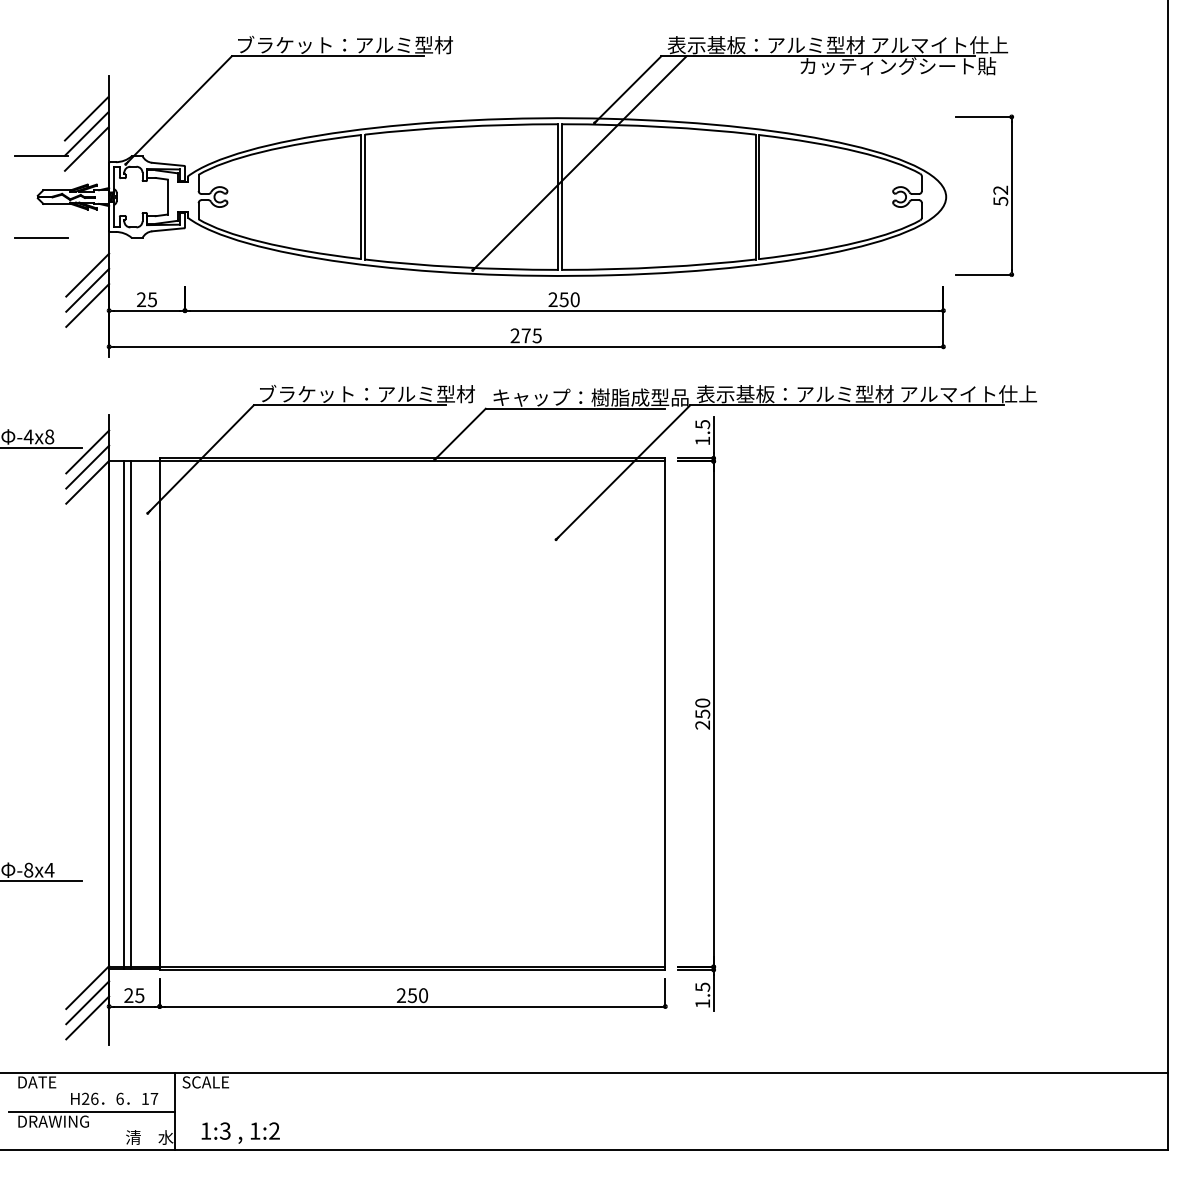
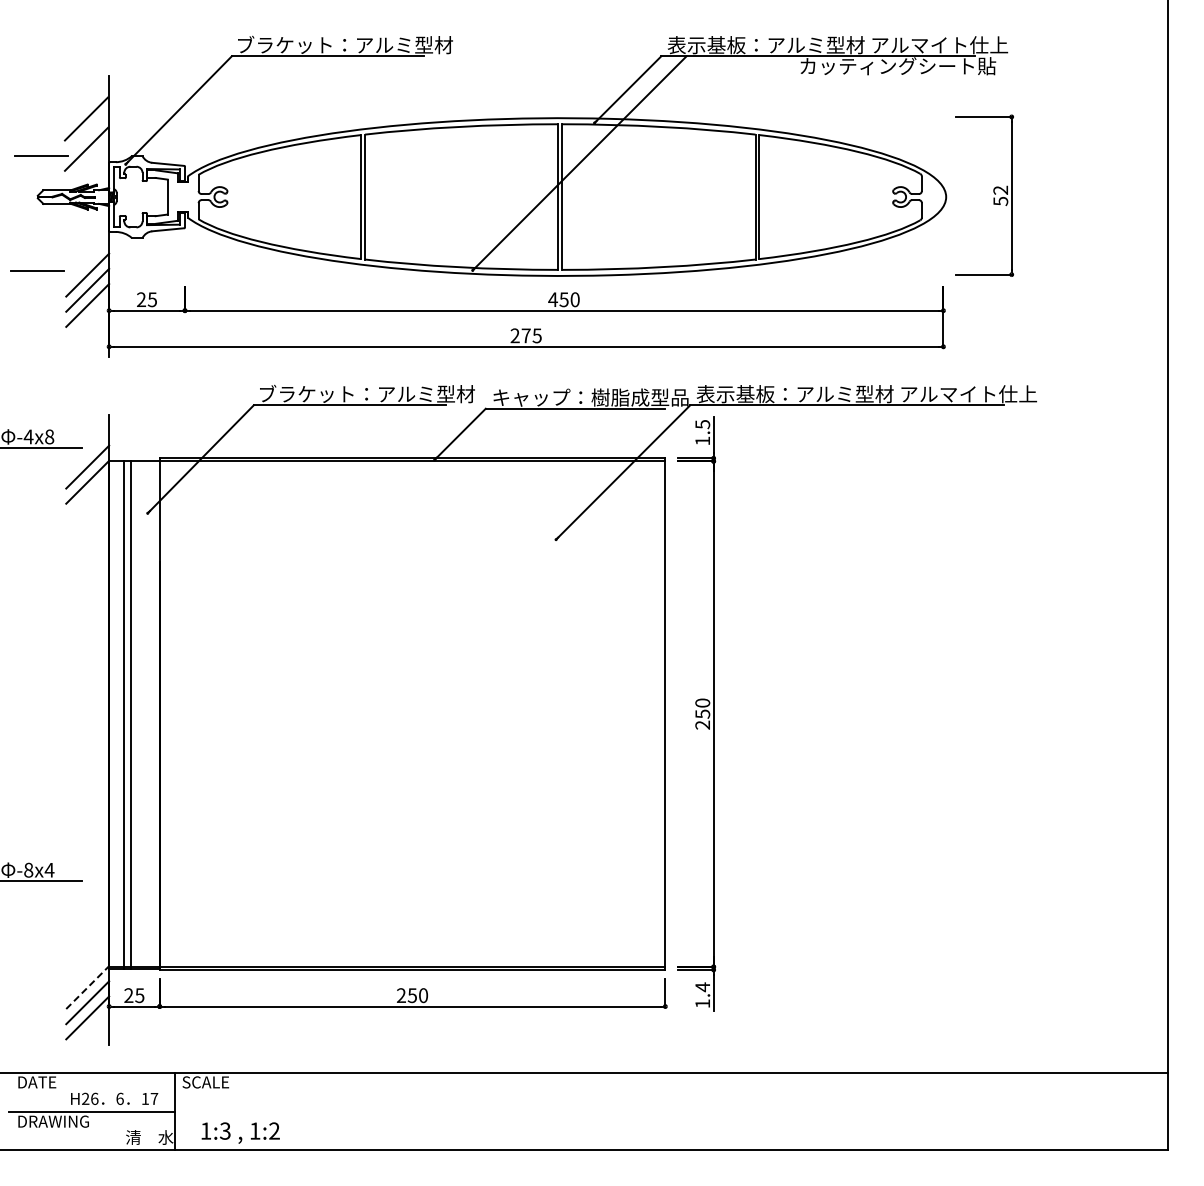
line at (85, 133): present -> none
line at (41, 237) position: (41, 237) -> (37, 270)
text at (553, 299): 250 -> 450
line at (87, 451): present -> none
line at (88, 987): solid -> dashed
text at (702, 987): 1.5 -> 1.4
